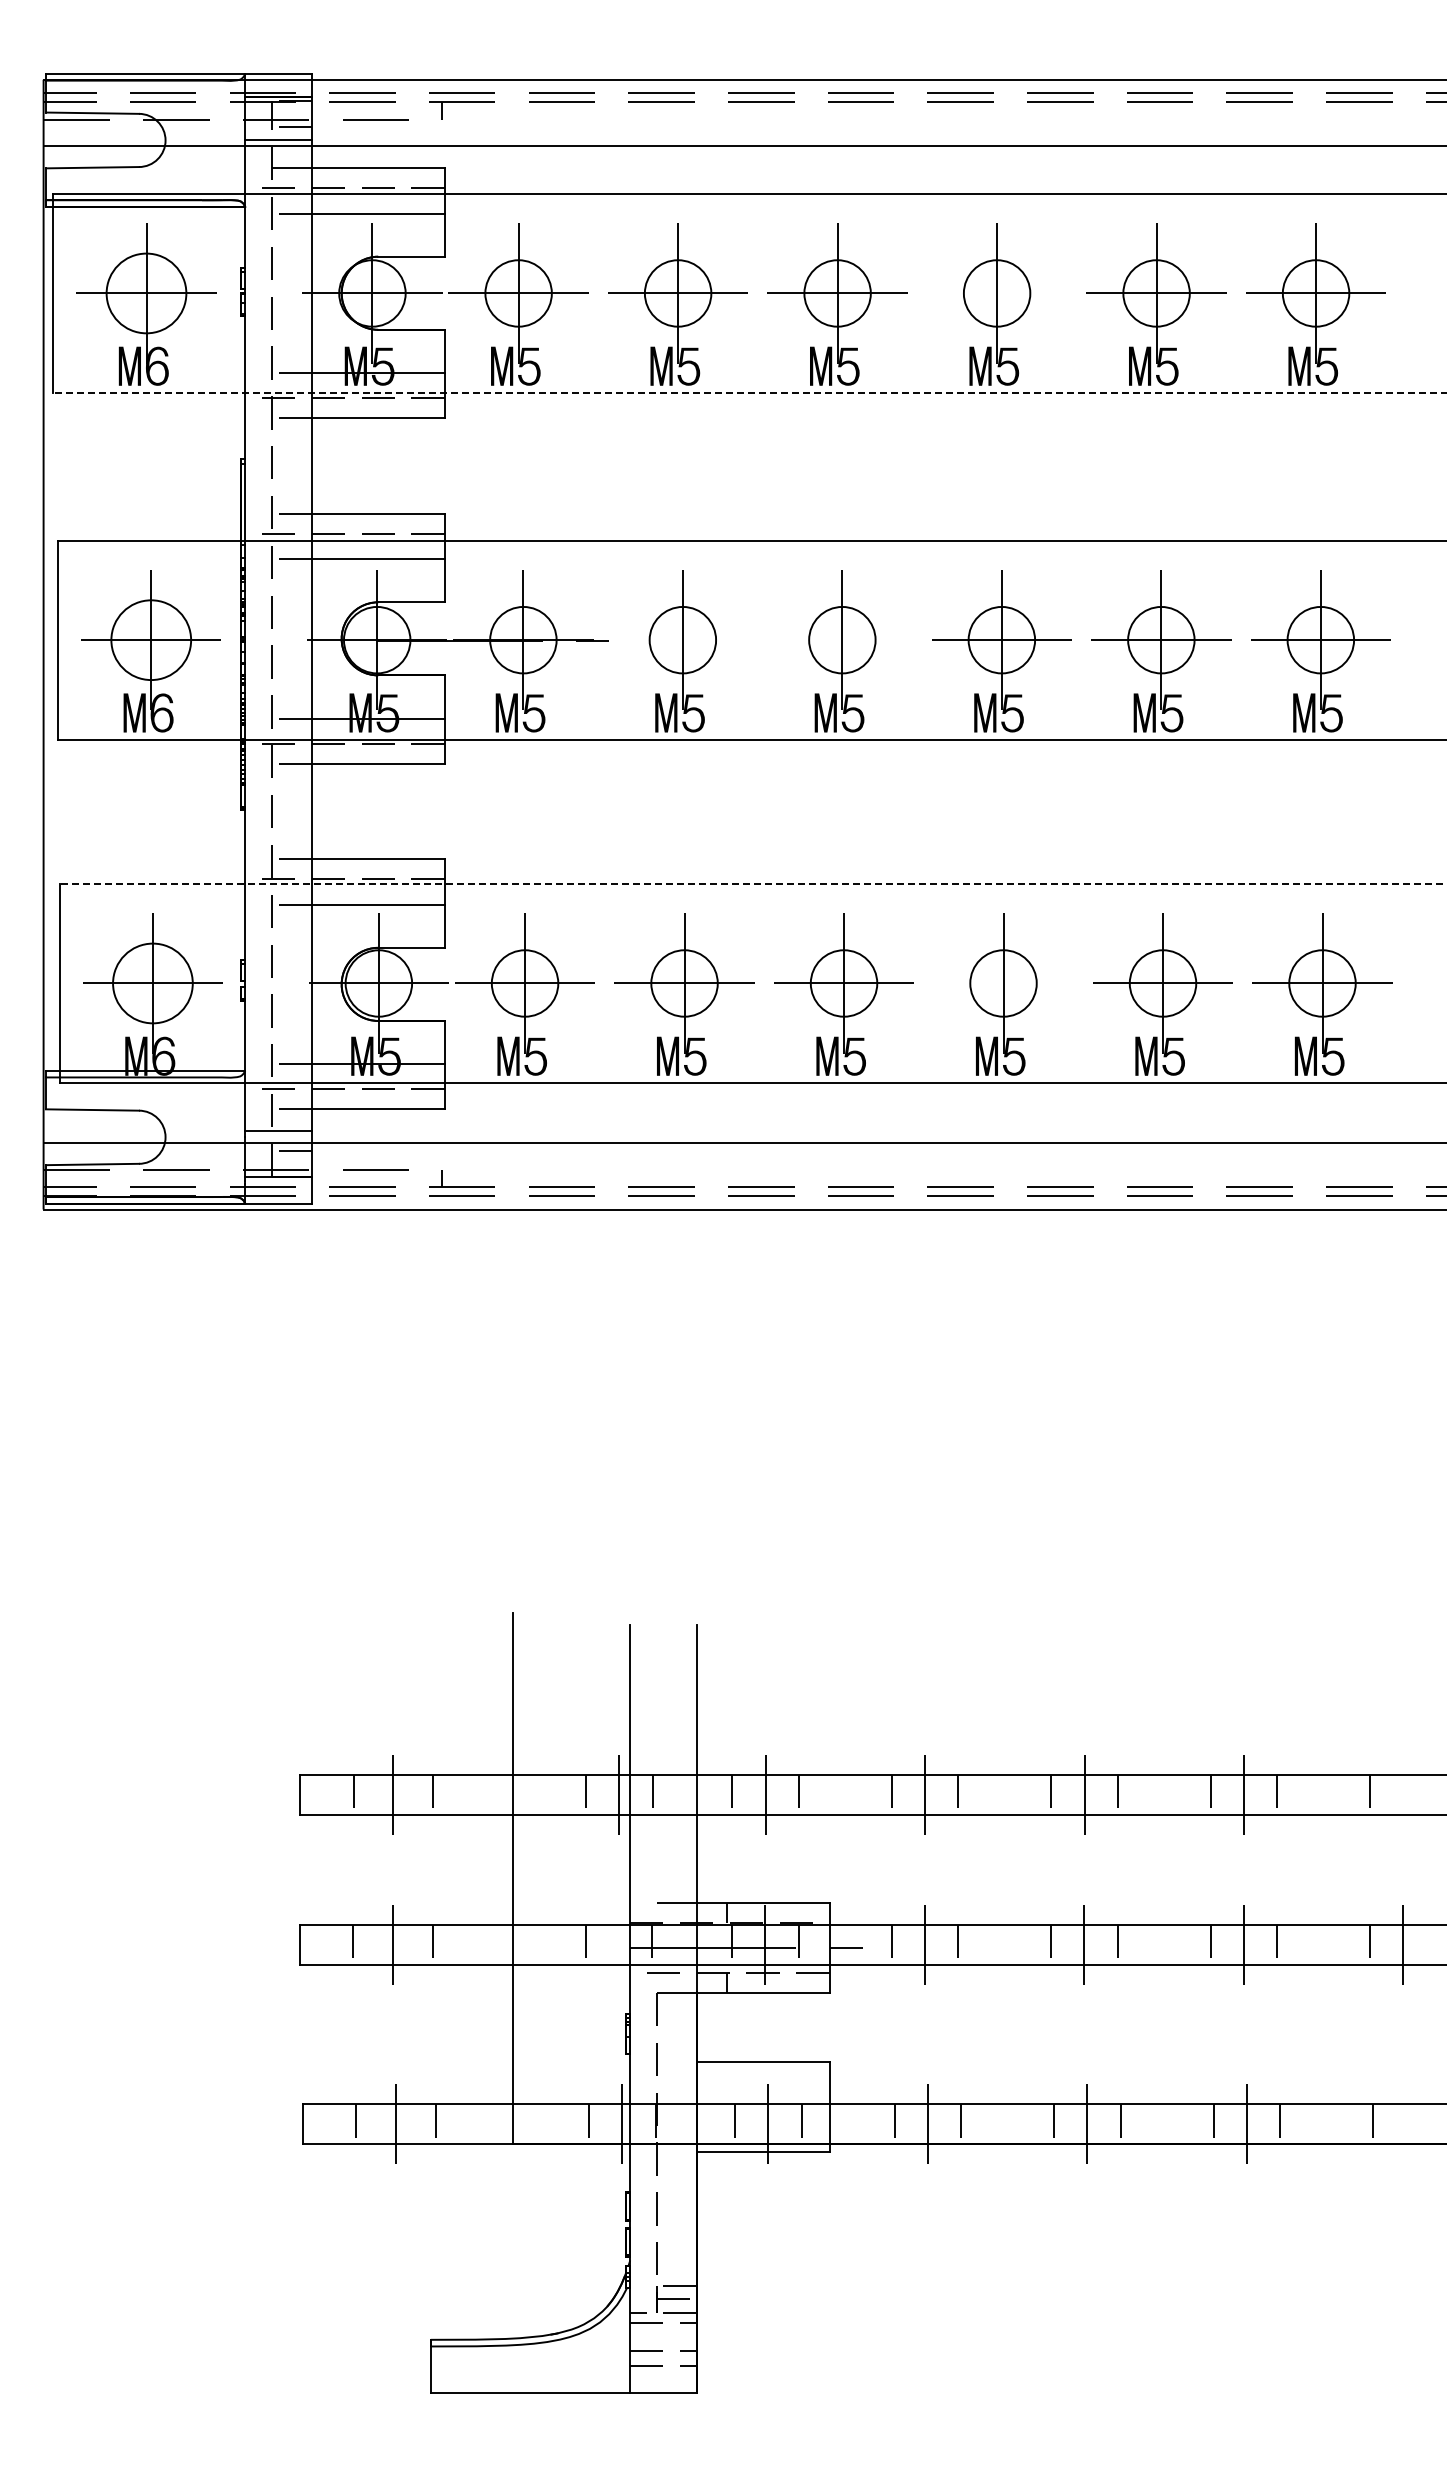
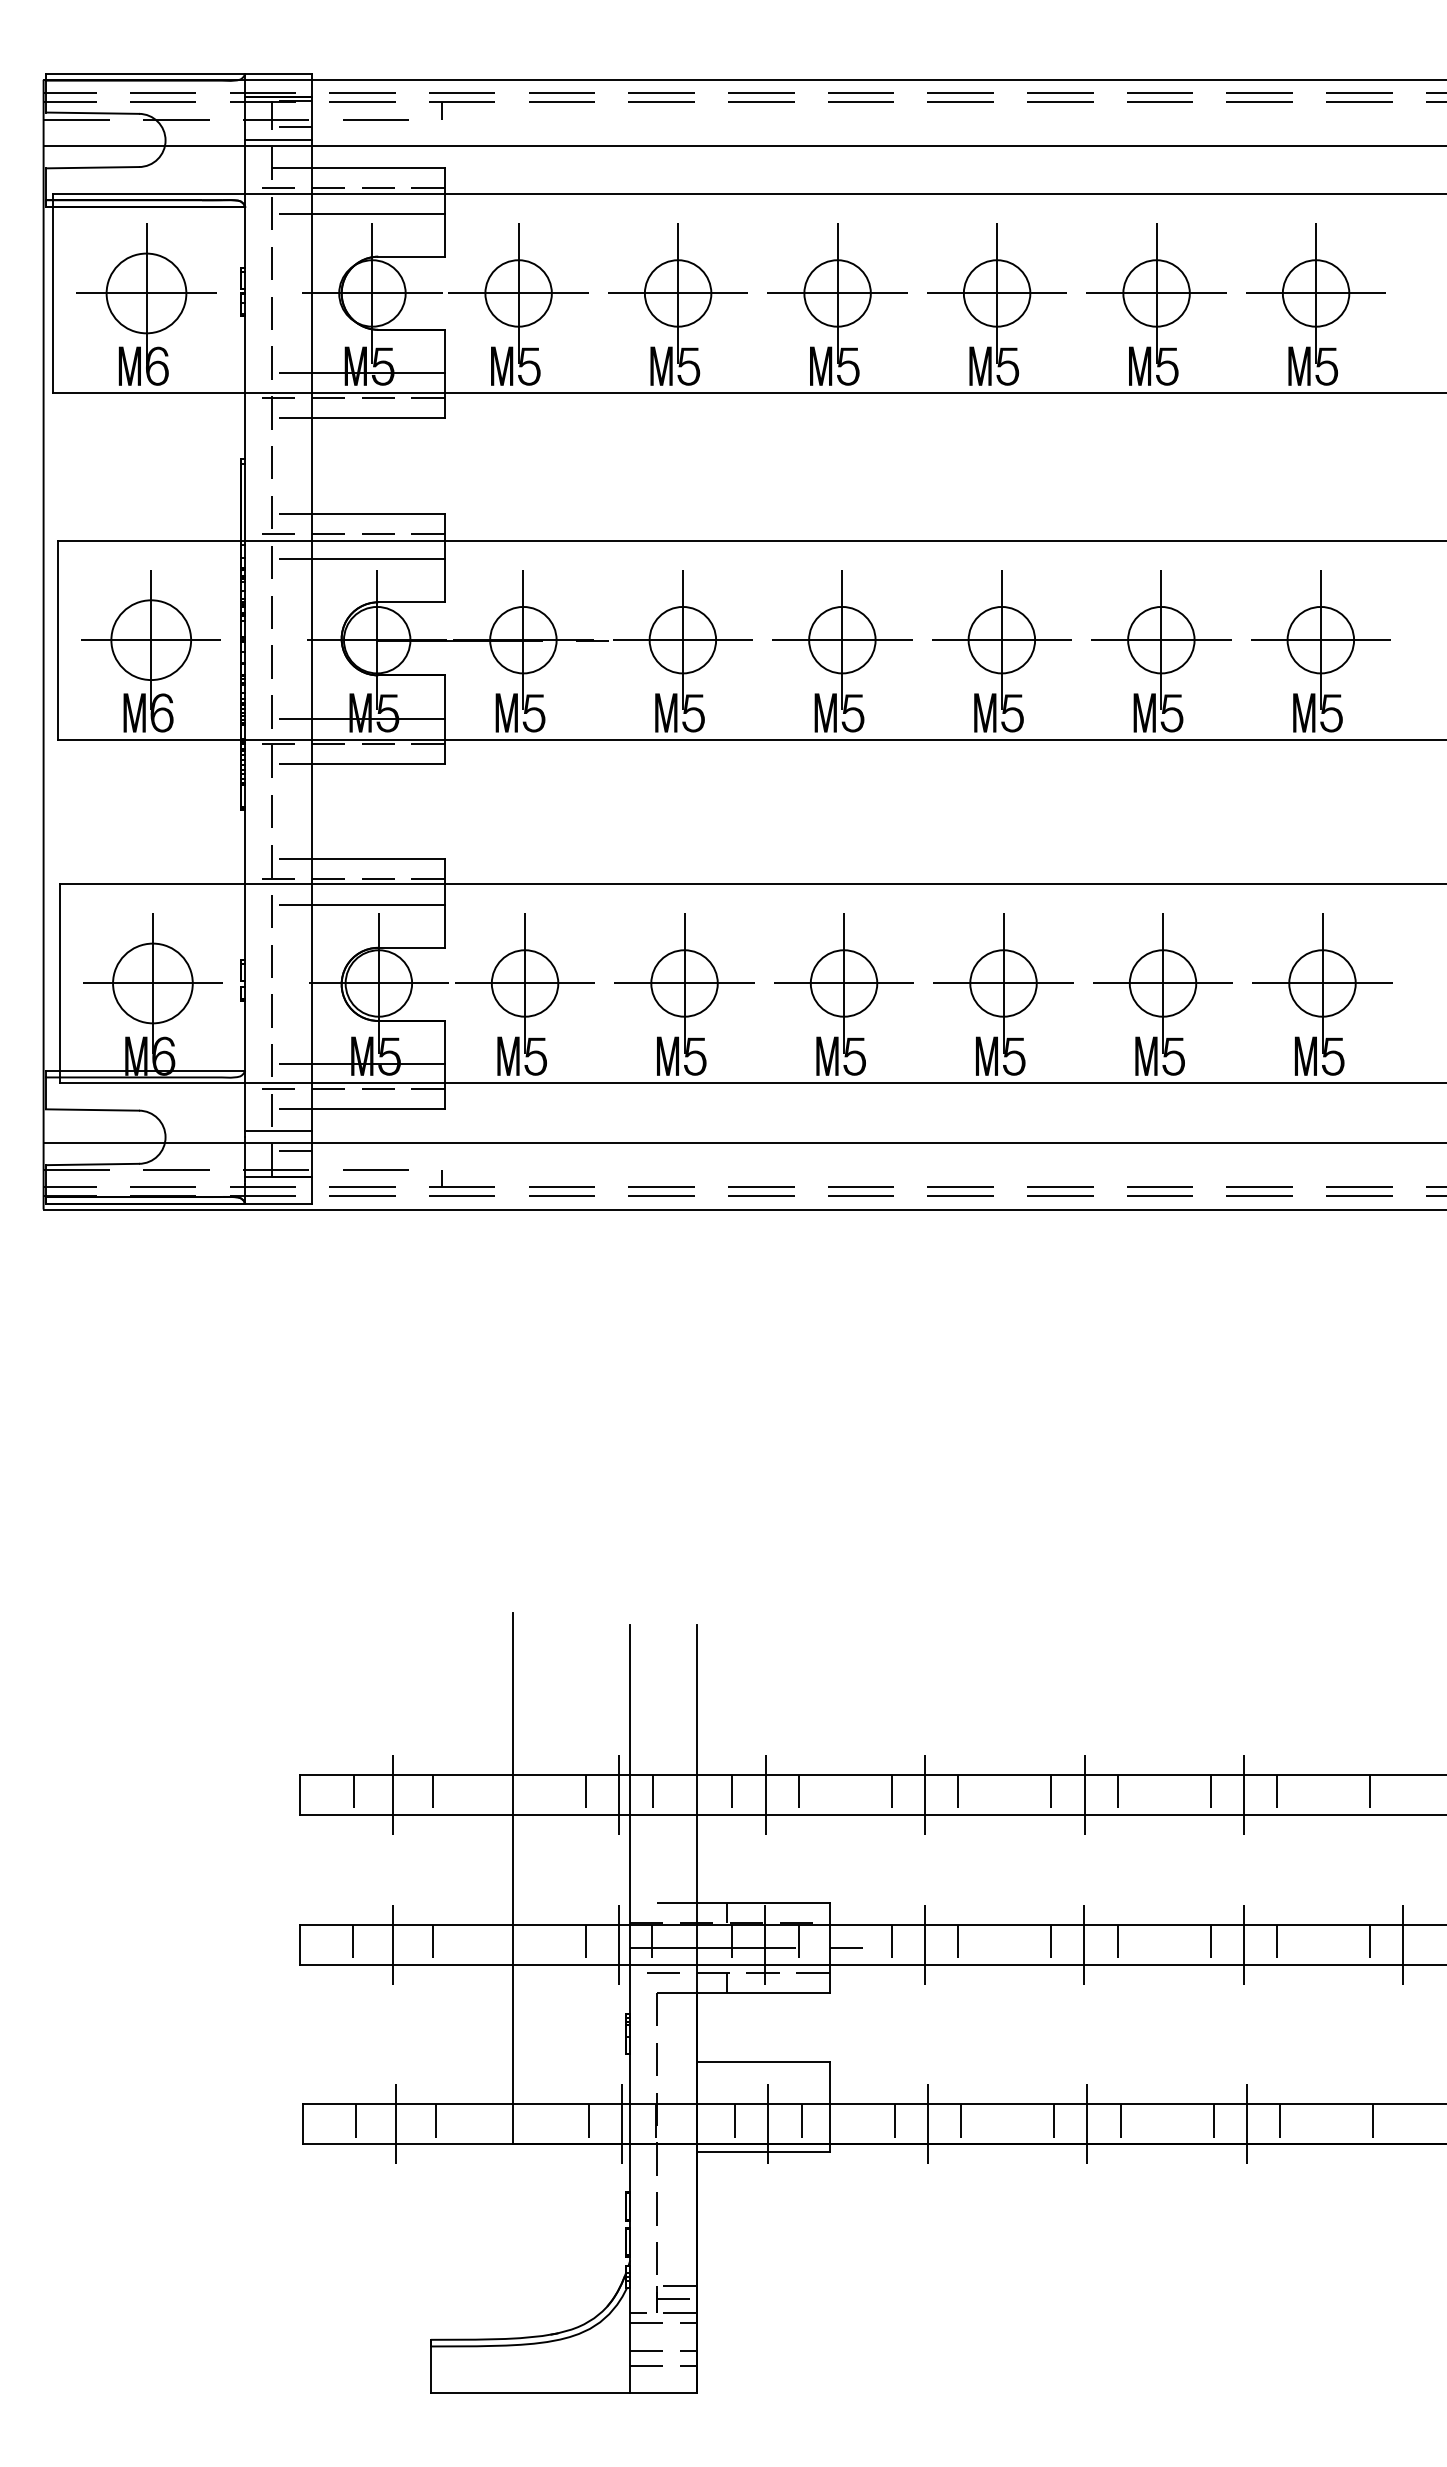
line at (996, 293): none -> present
line at (750, 393): dashed -> solid
line at (682, 640): none -> present
line at (842, 640): none -> present
line at (752, 883): dashed -> solid
line at (1003, 983): none -> present
line at (619, 1944): none -> present
